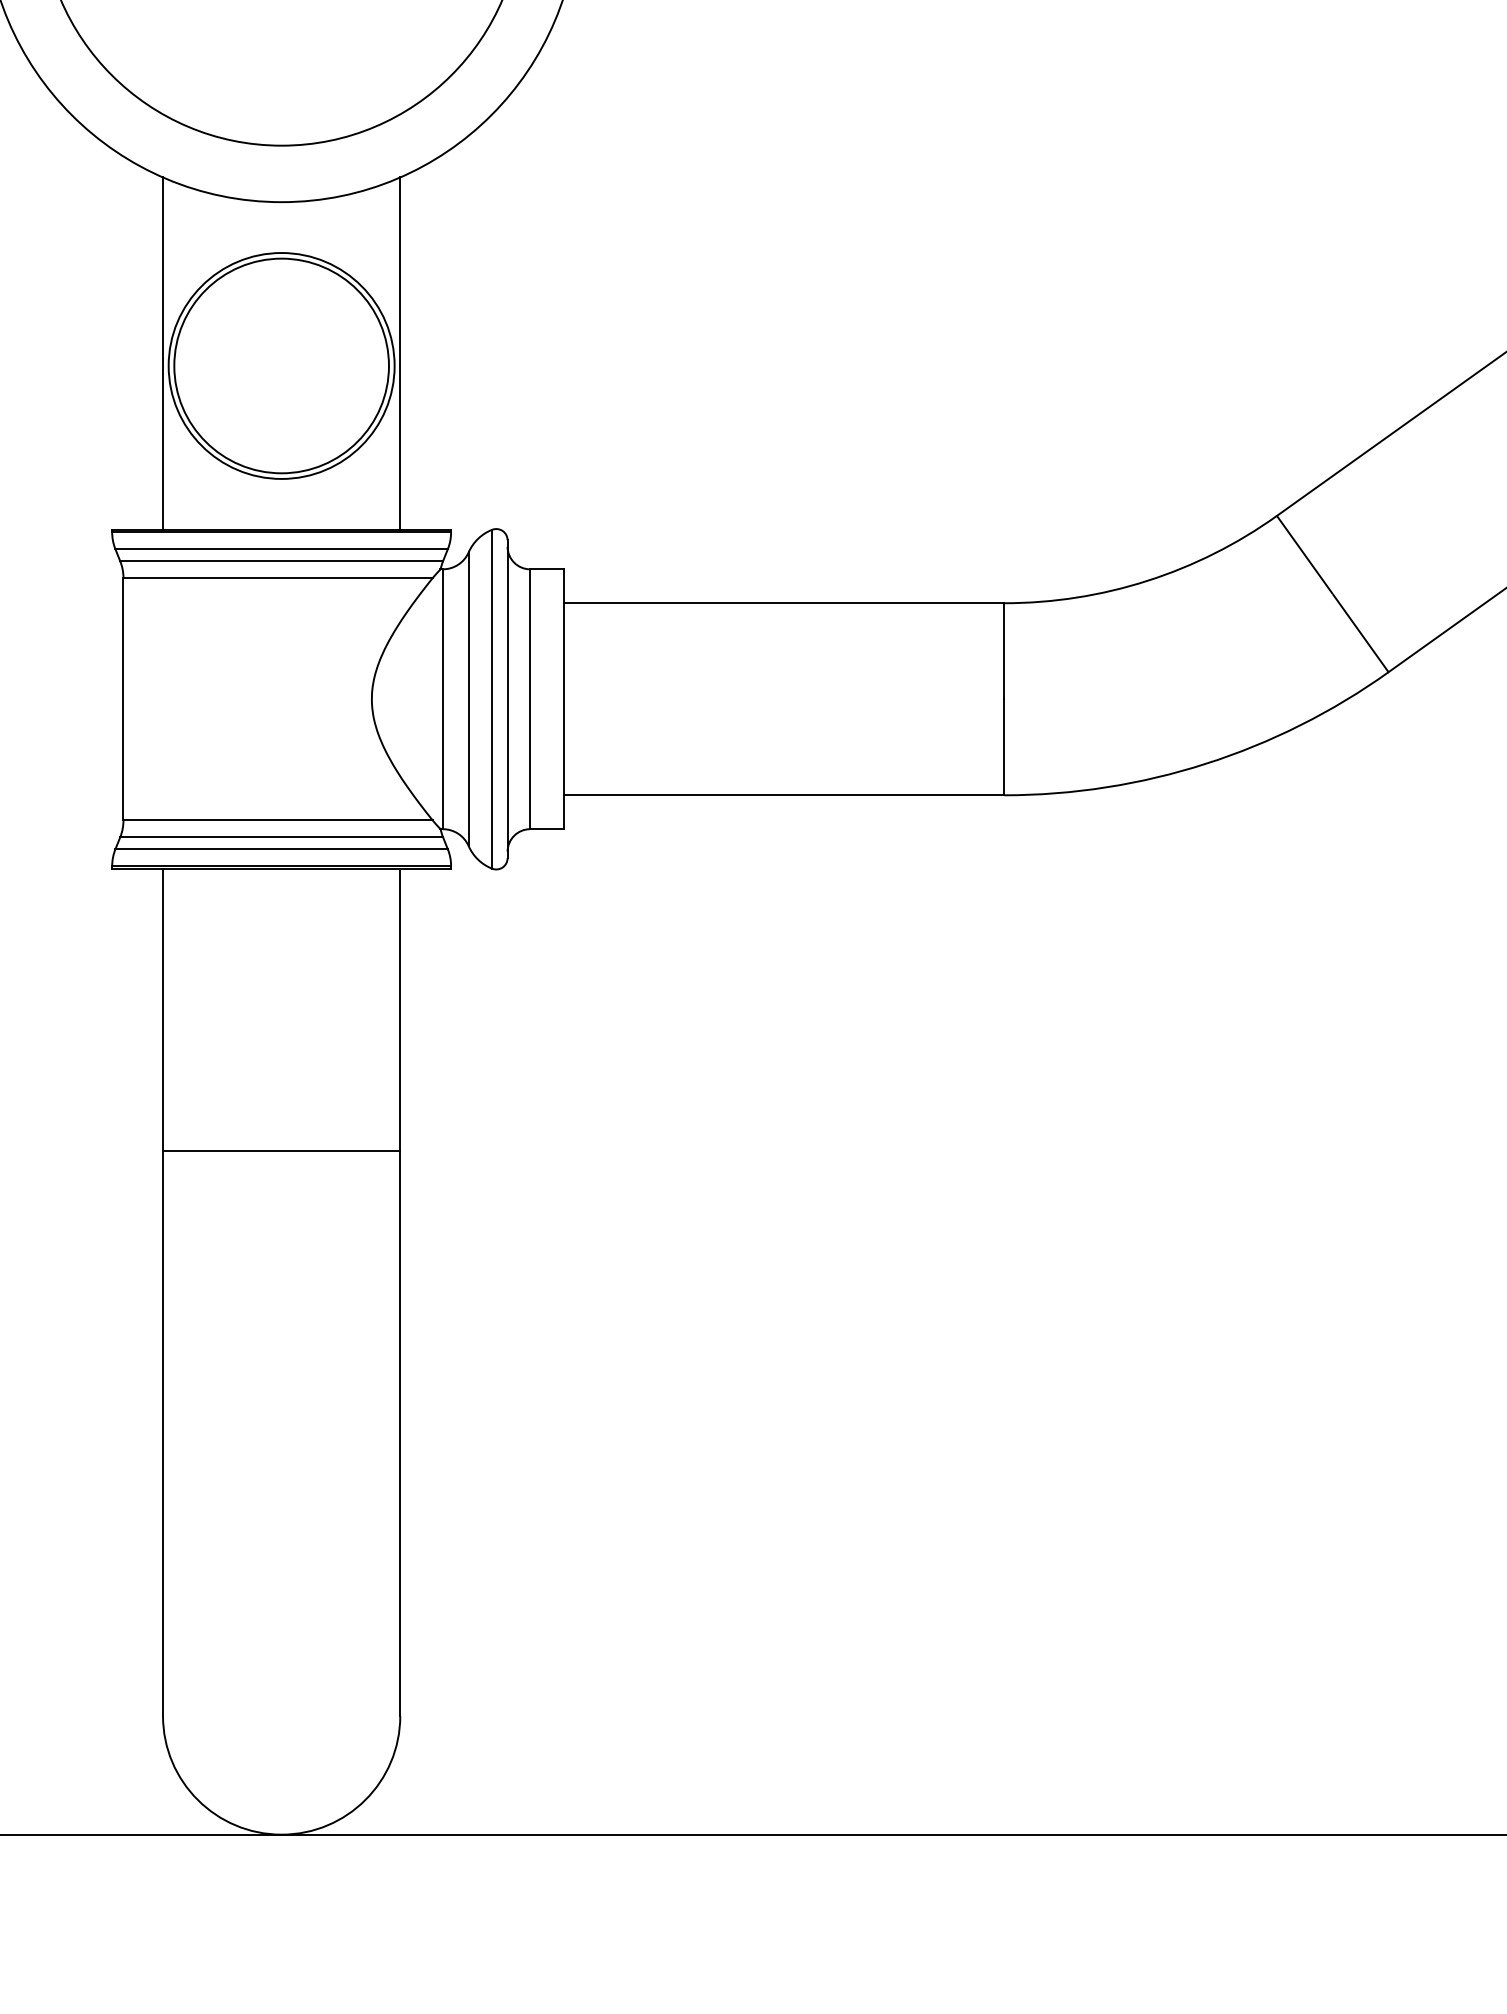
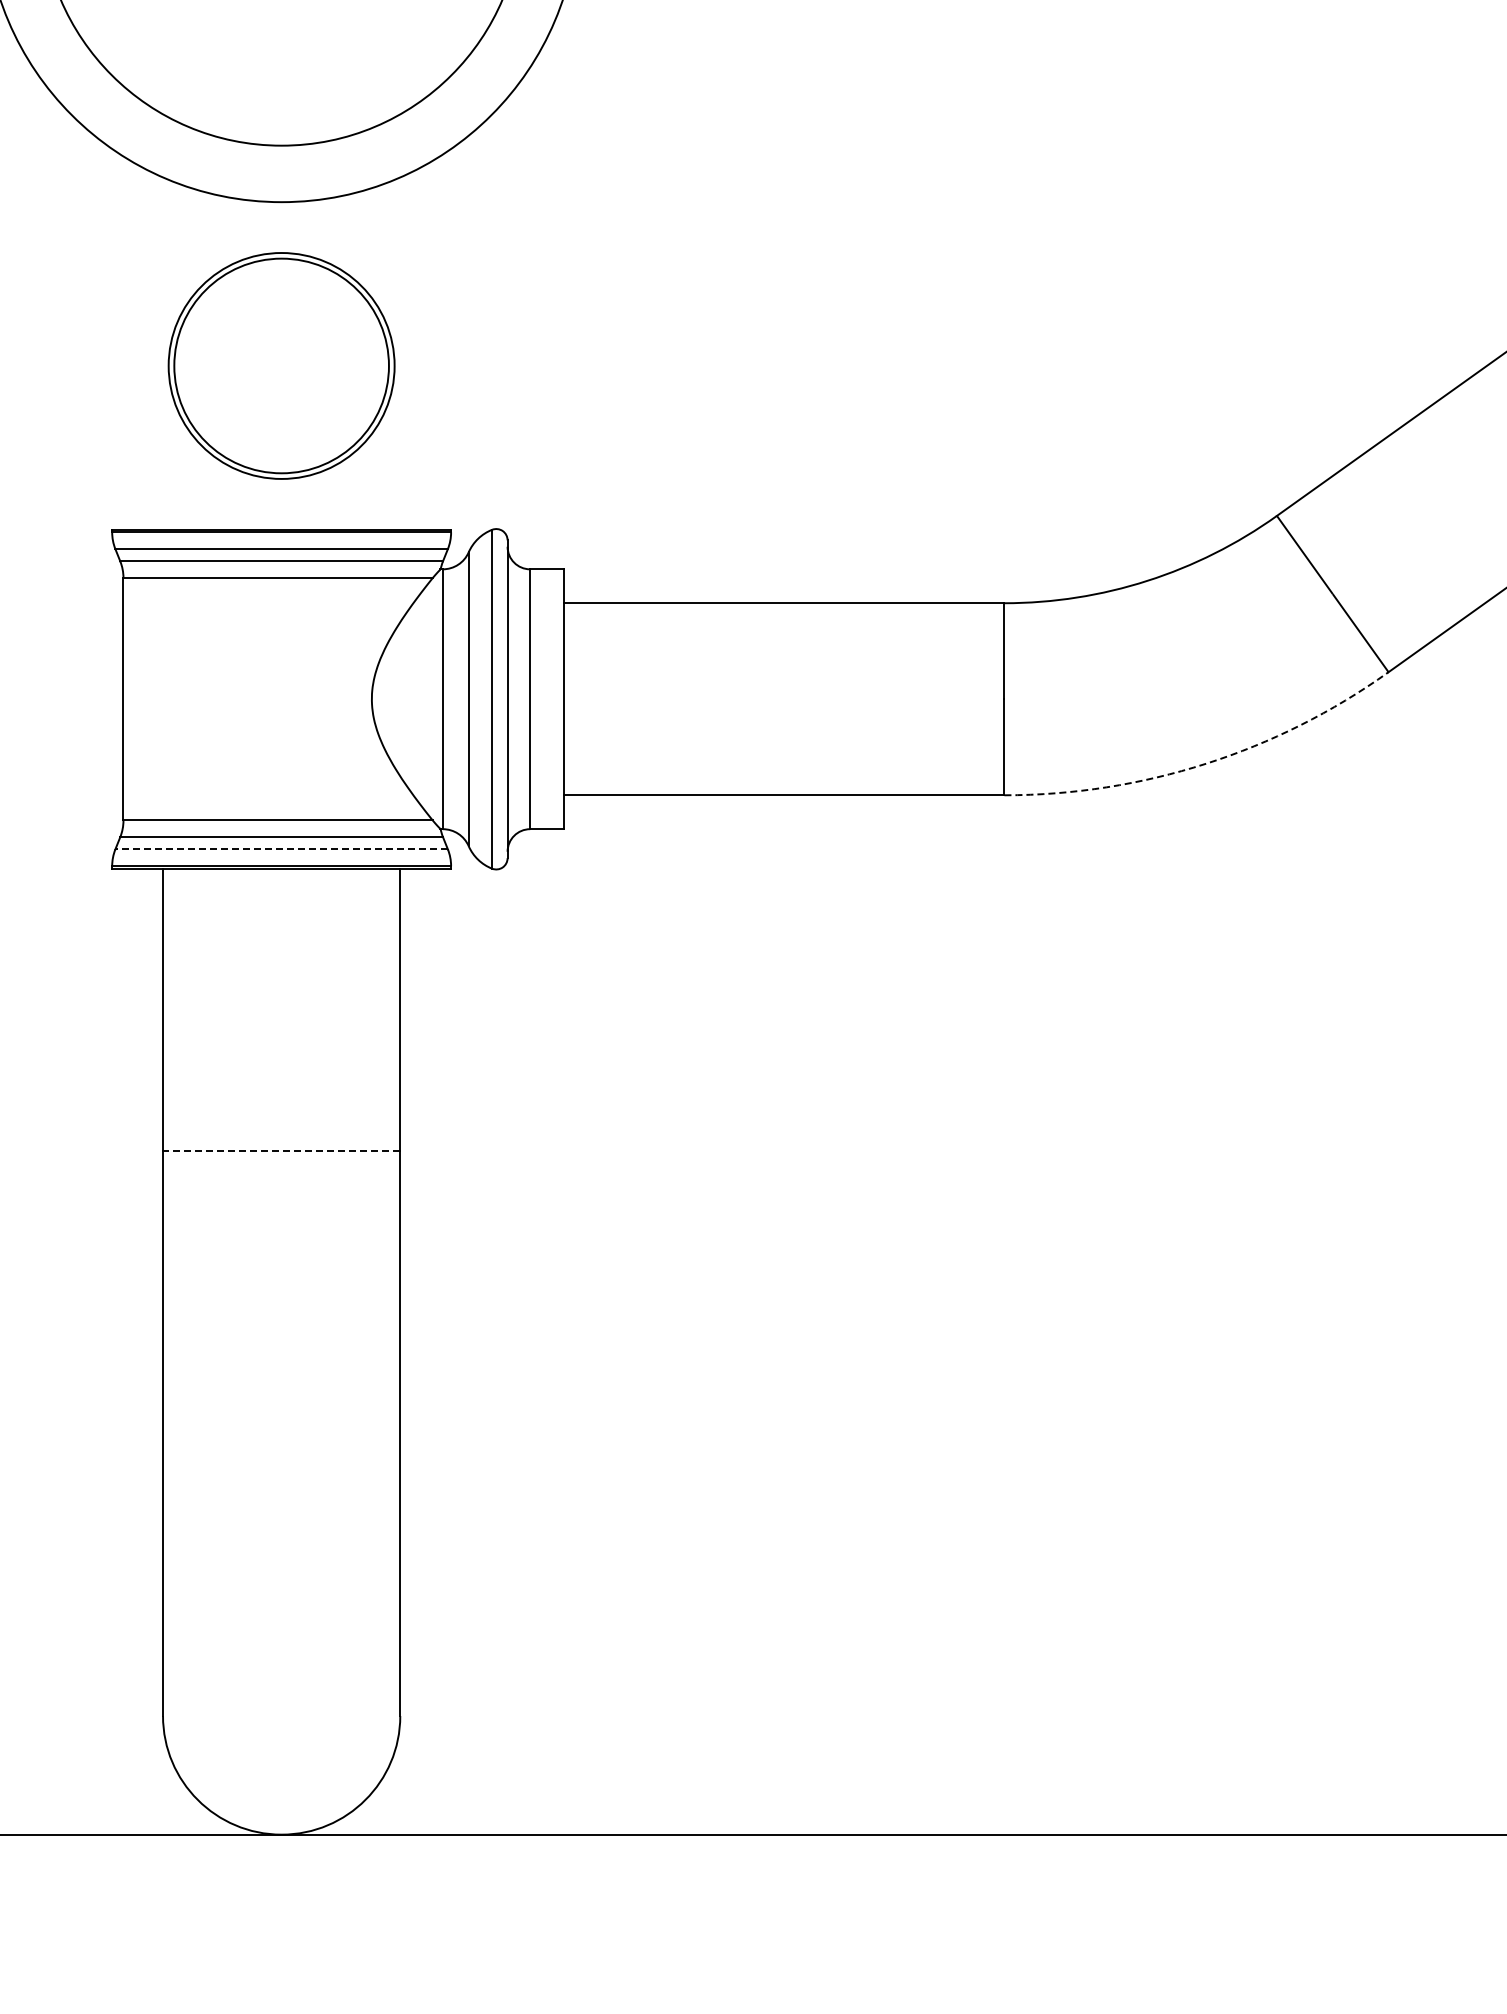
line at (163, 353): present -> none
line at (400, 353): present -> none
arc at (1206, 763): solid -> dashed
line at (281, 849): solid -> dashed
line at (281, 1151): solid -> dashed
